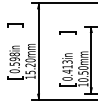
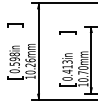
text at (30, 66): 15.20mm -> 10.26mm
text at (83, 72): 10.50mm -> 10.70mm
